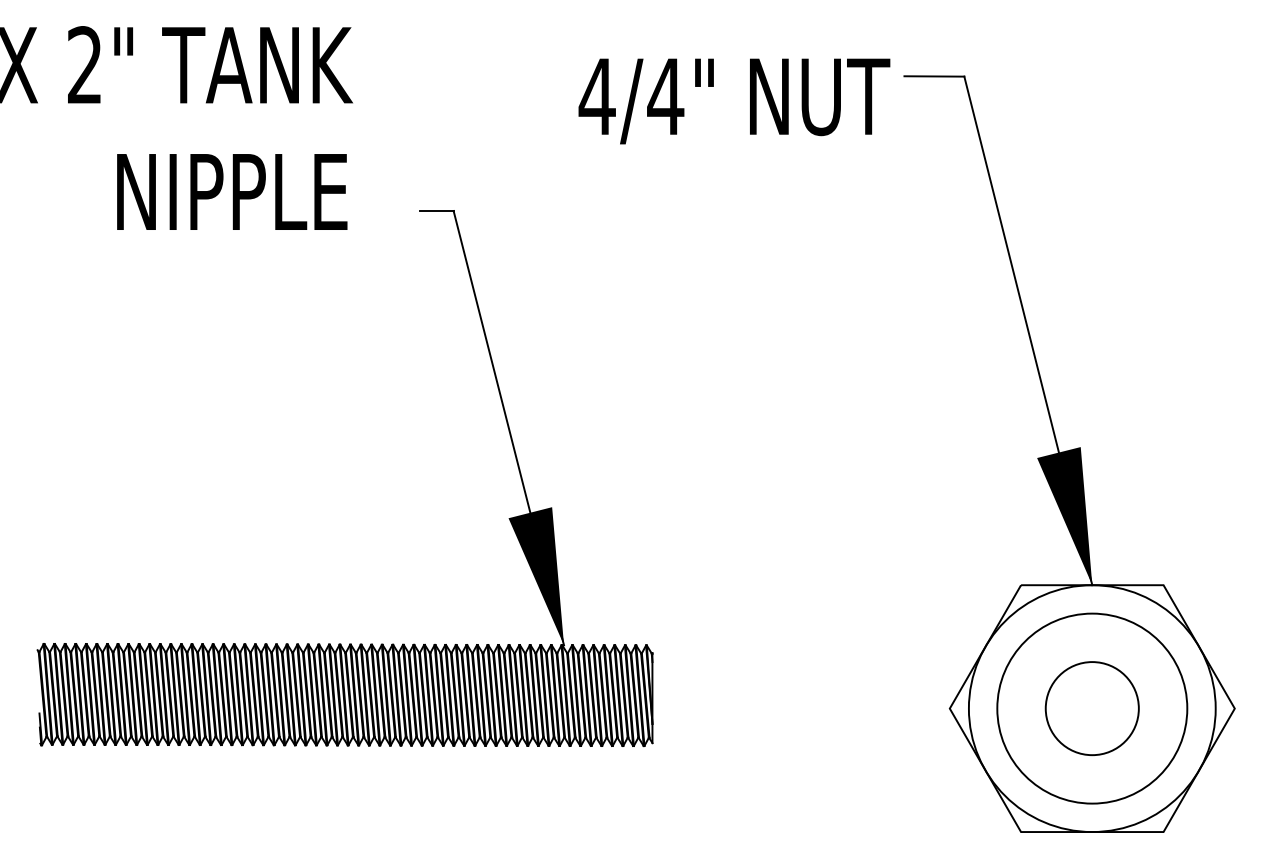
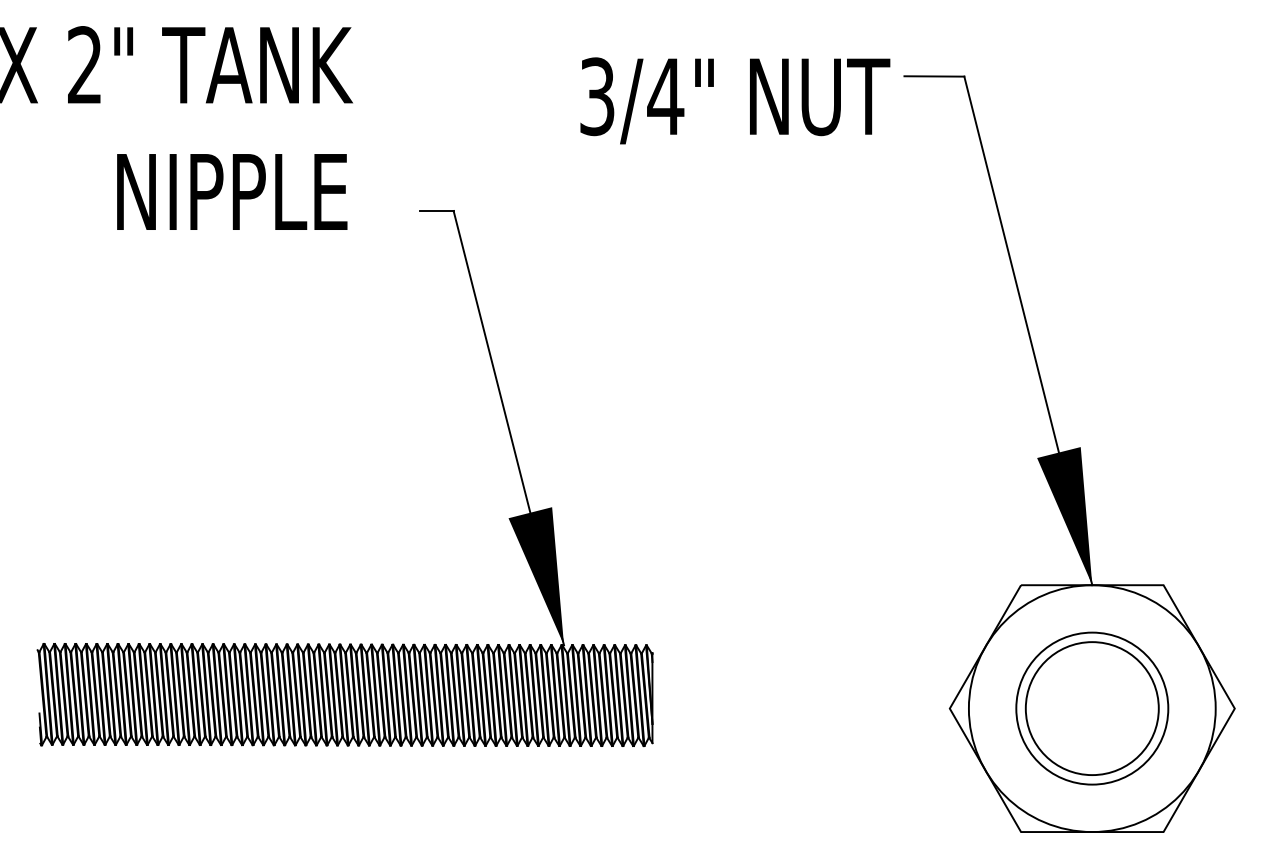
text at (596, 96): 4/4" -> 3/4"
circle at (1091, 708) diameter: 93 px -> 133 px
circle at (1092, 708) diameter: 190 px -> 152 px
